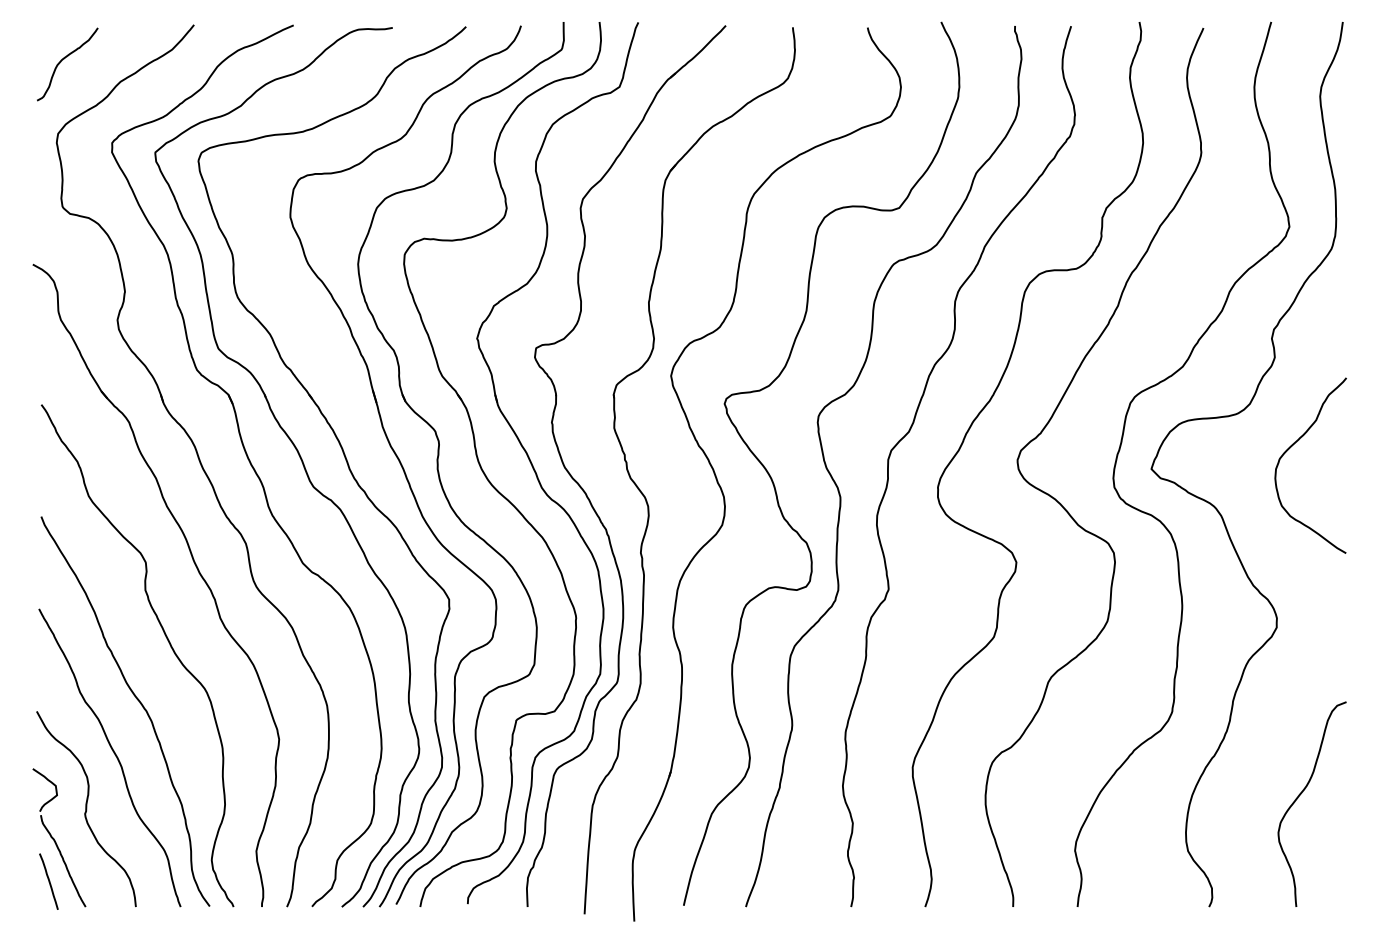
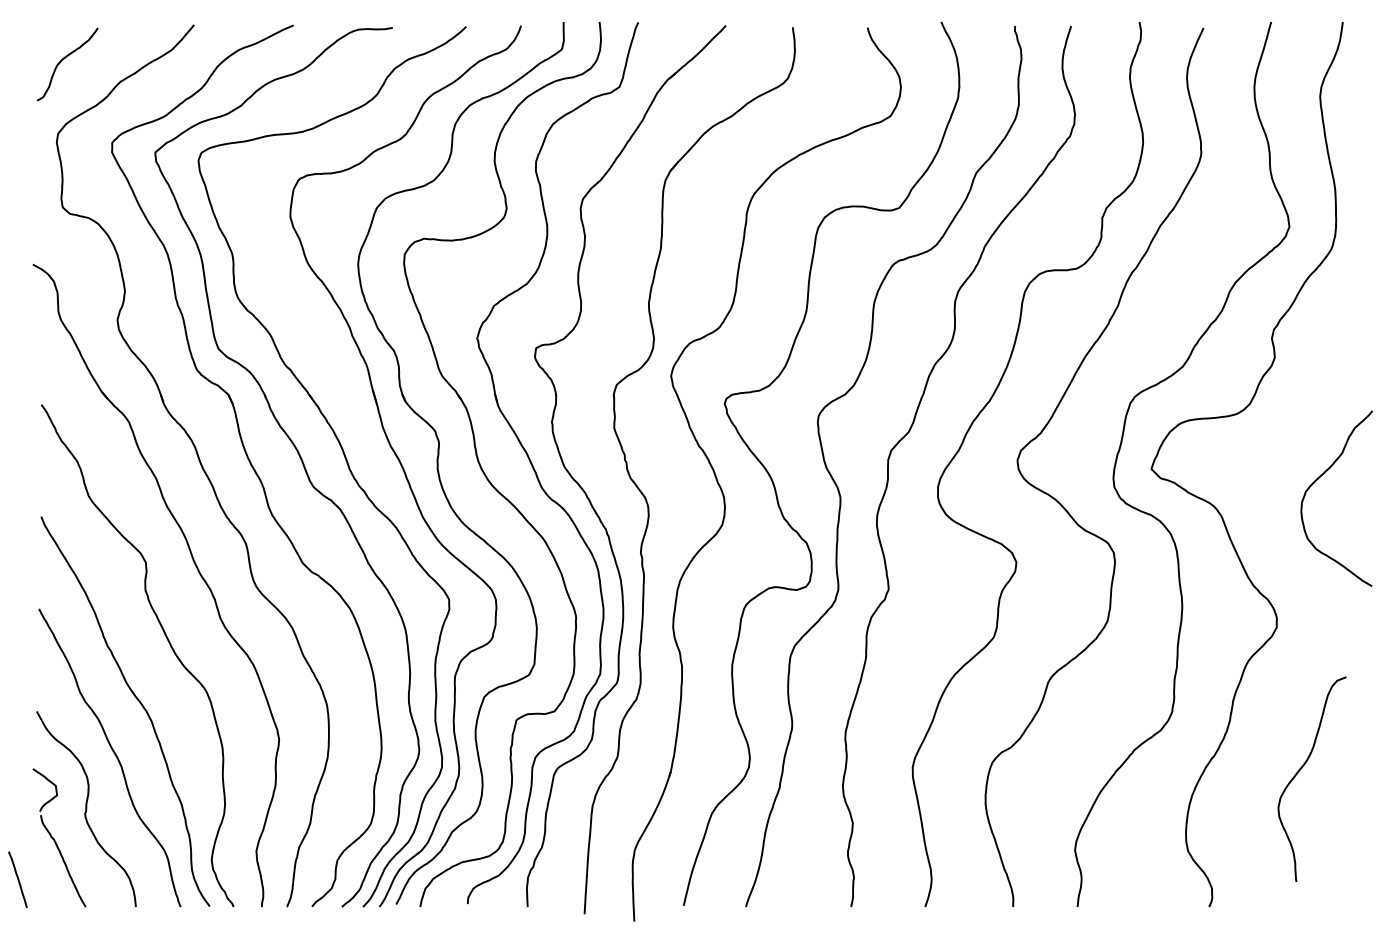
curve at (1292, 446) position: (1292, 446) -> (1318, 479)
curve at (1302, 793) position: (1302, 793) -> (1302, 768)
line at (48, 881) position: (48, 881) -> (17, 879)
